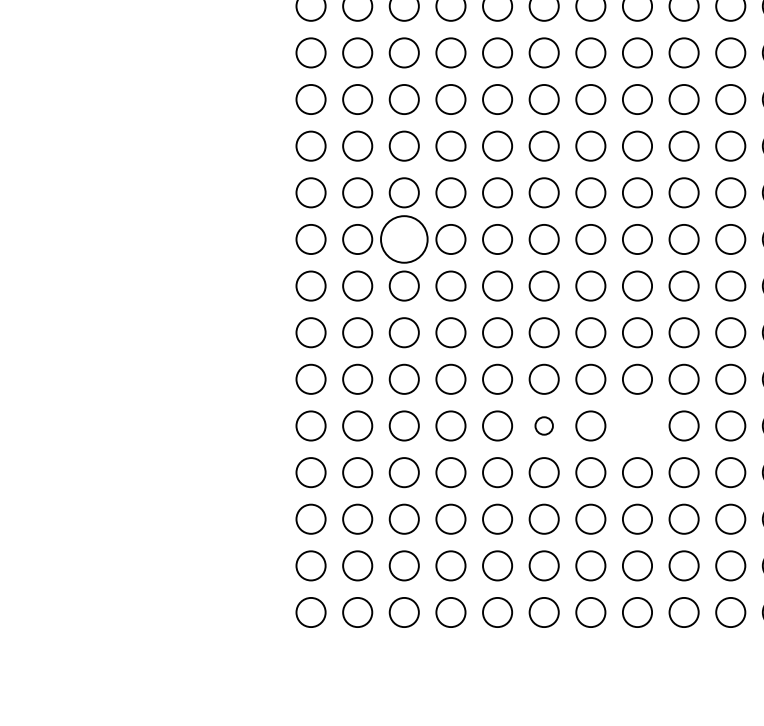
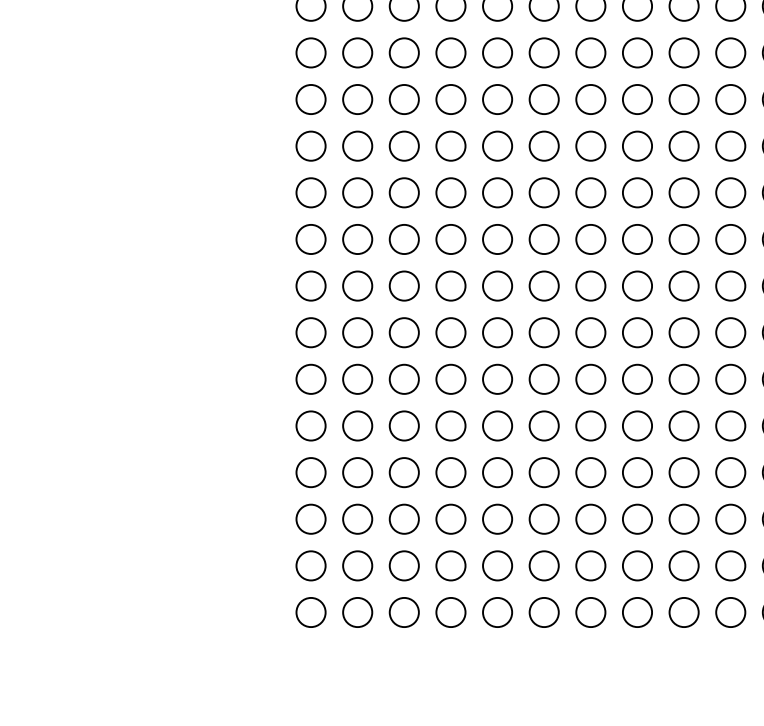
circle at (404, 239) diameter: 47 px -> 29 px
circle at (543, 425) diameter: 17 px -> 29 px
circle at (637, 425): none -> present
